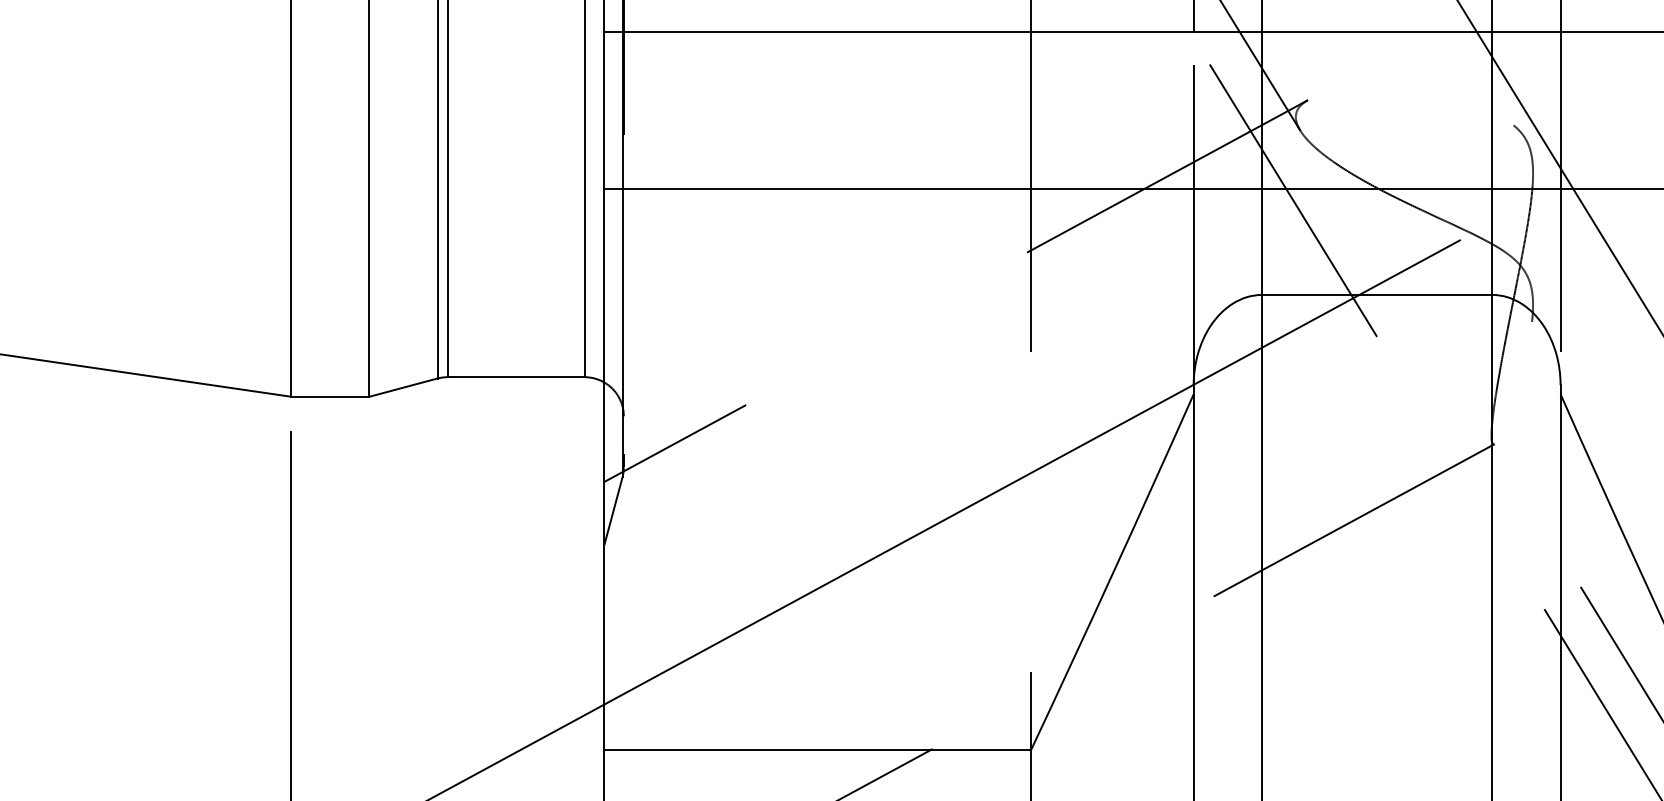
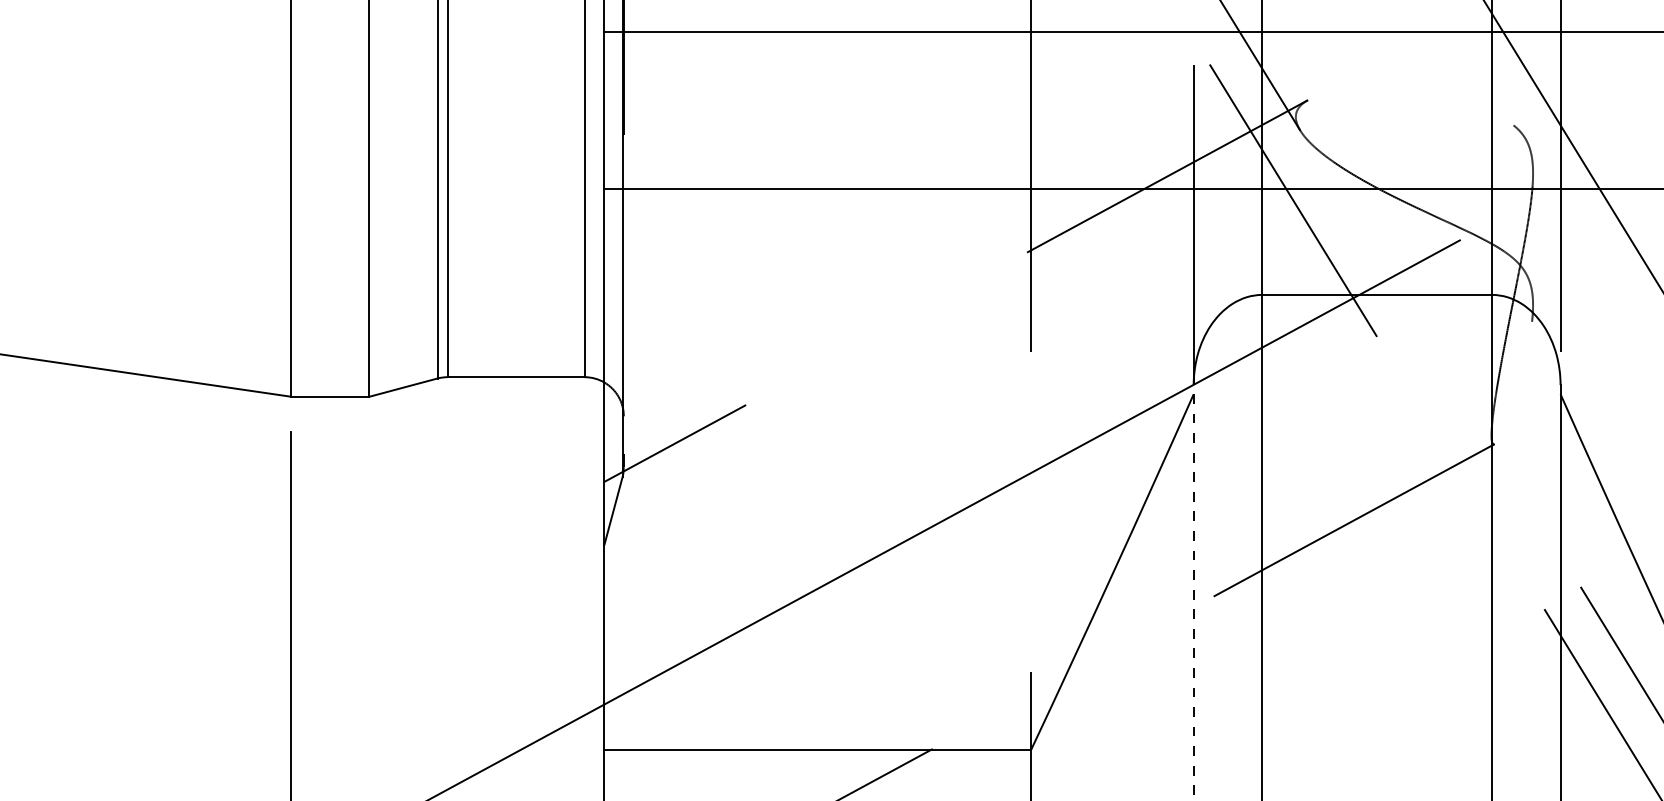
line at (1193, 17): present -> none
line at (1559, 166) position: (1559, 166) -> (1572, 145)
line at (1193, 592): solid -> dashed
